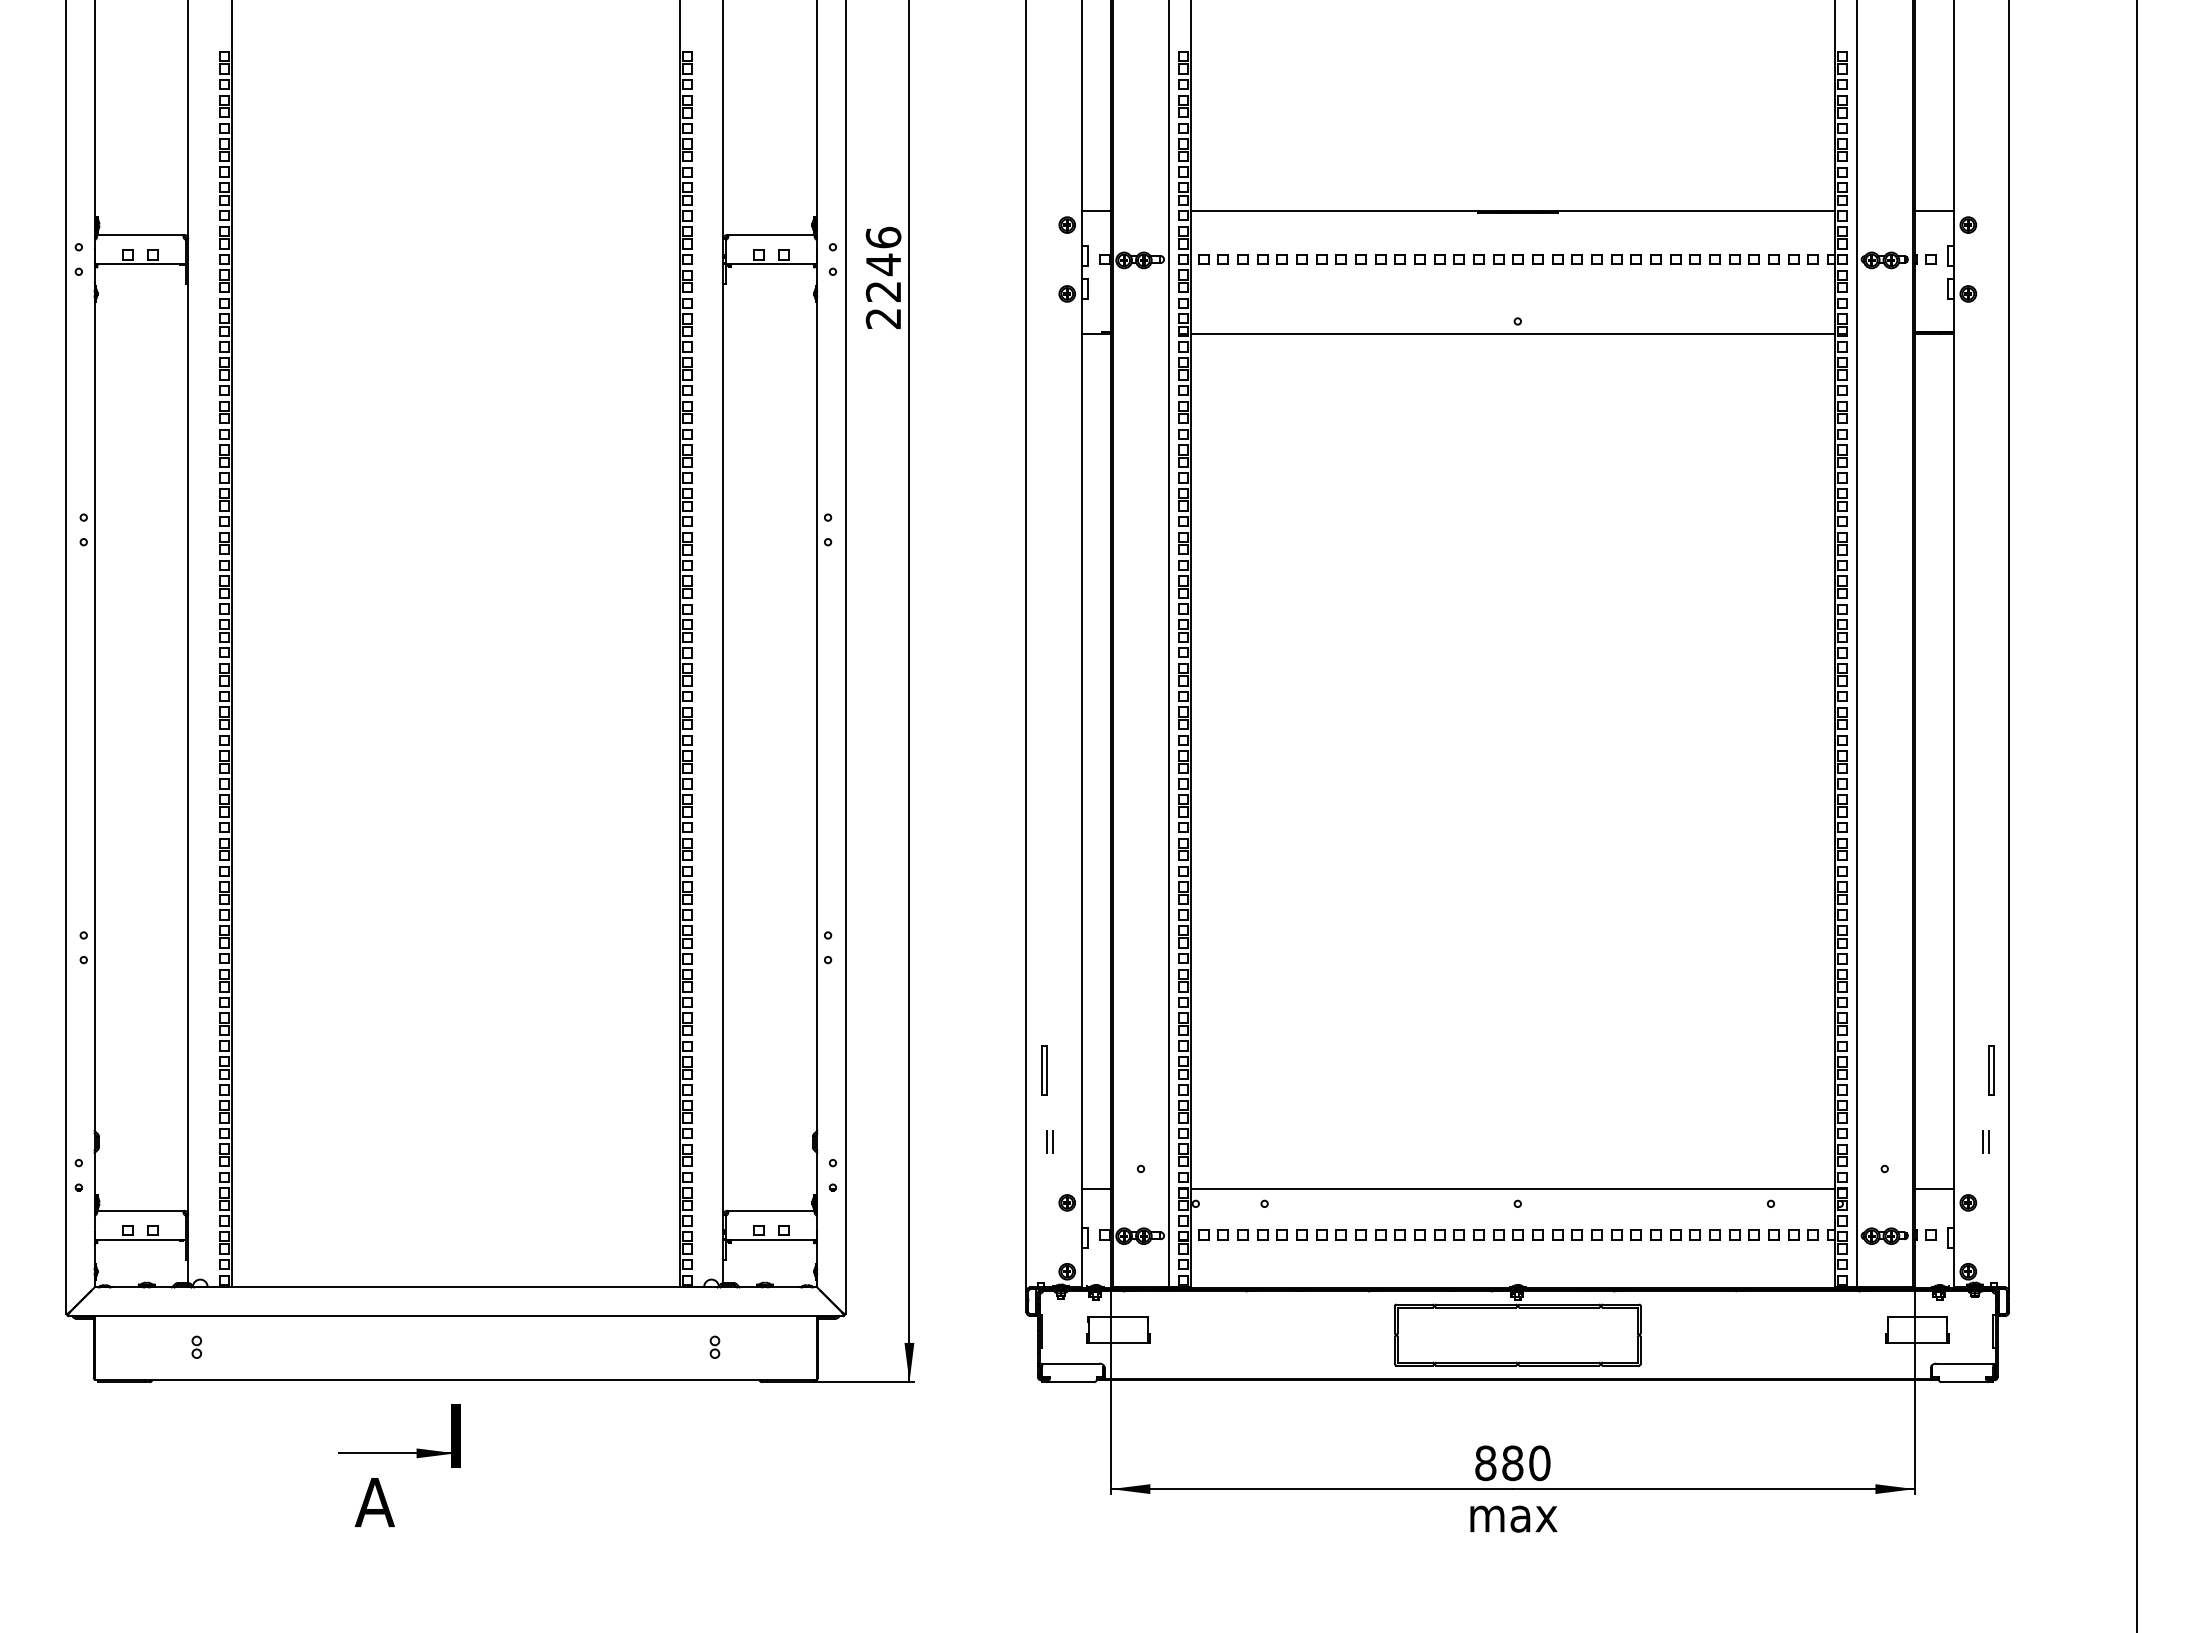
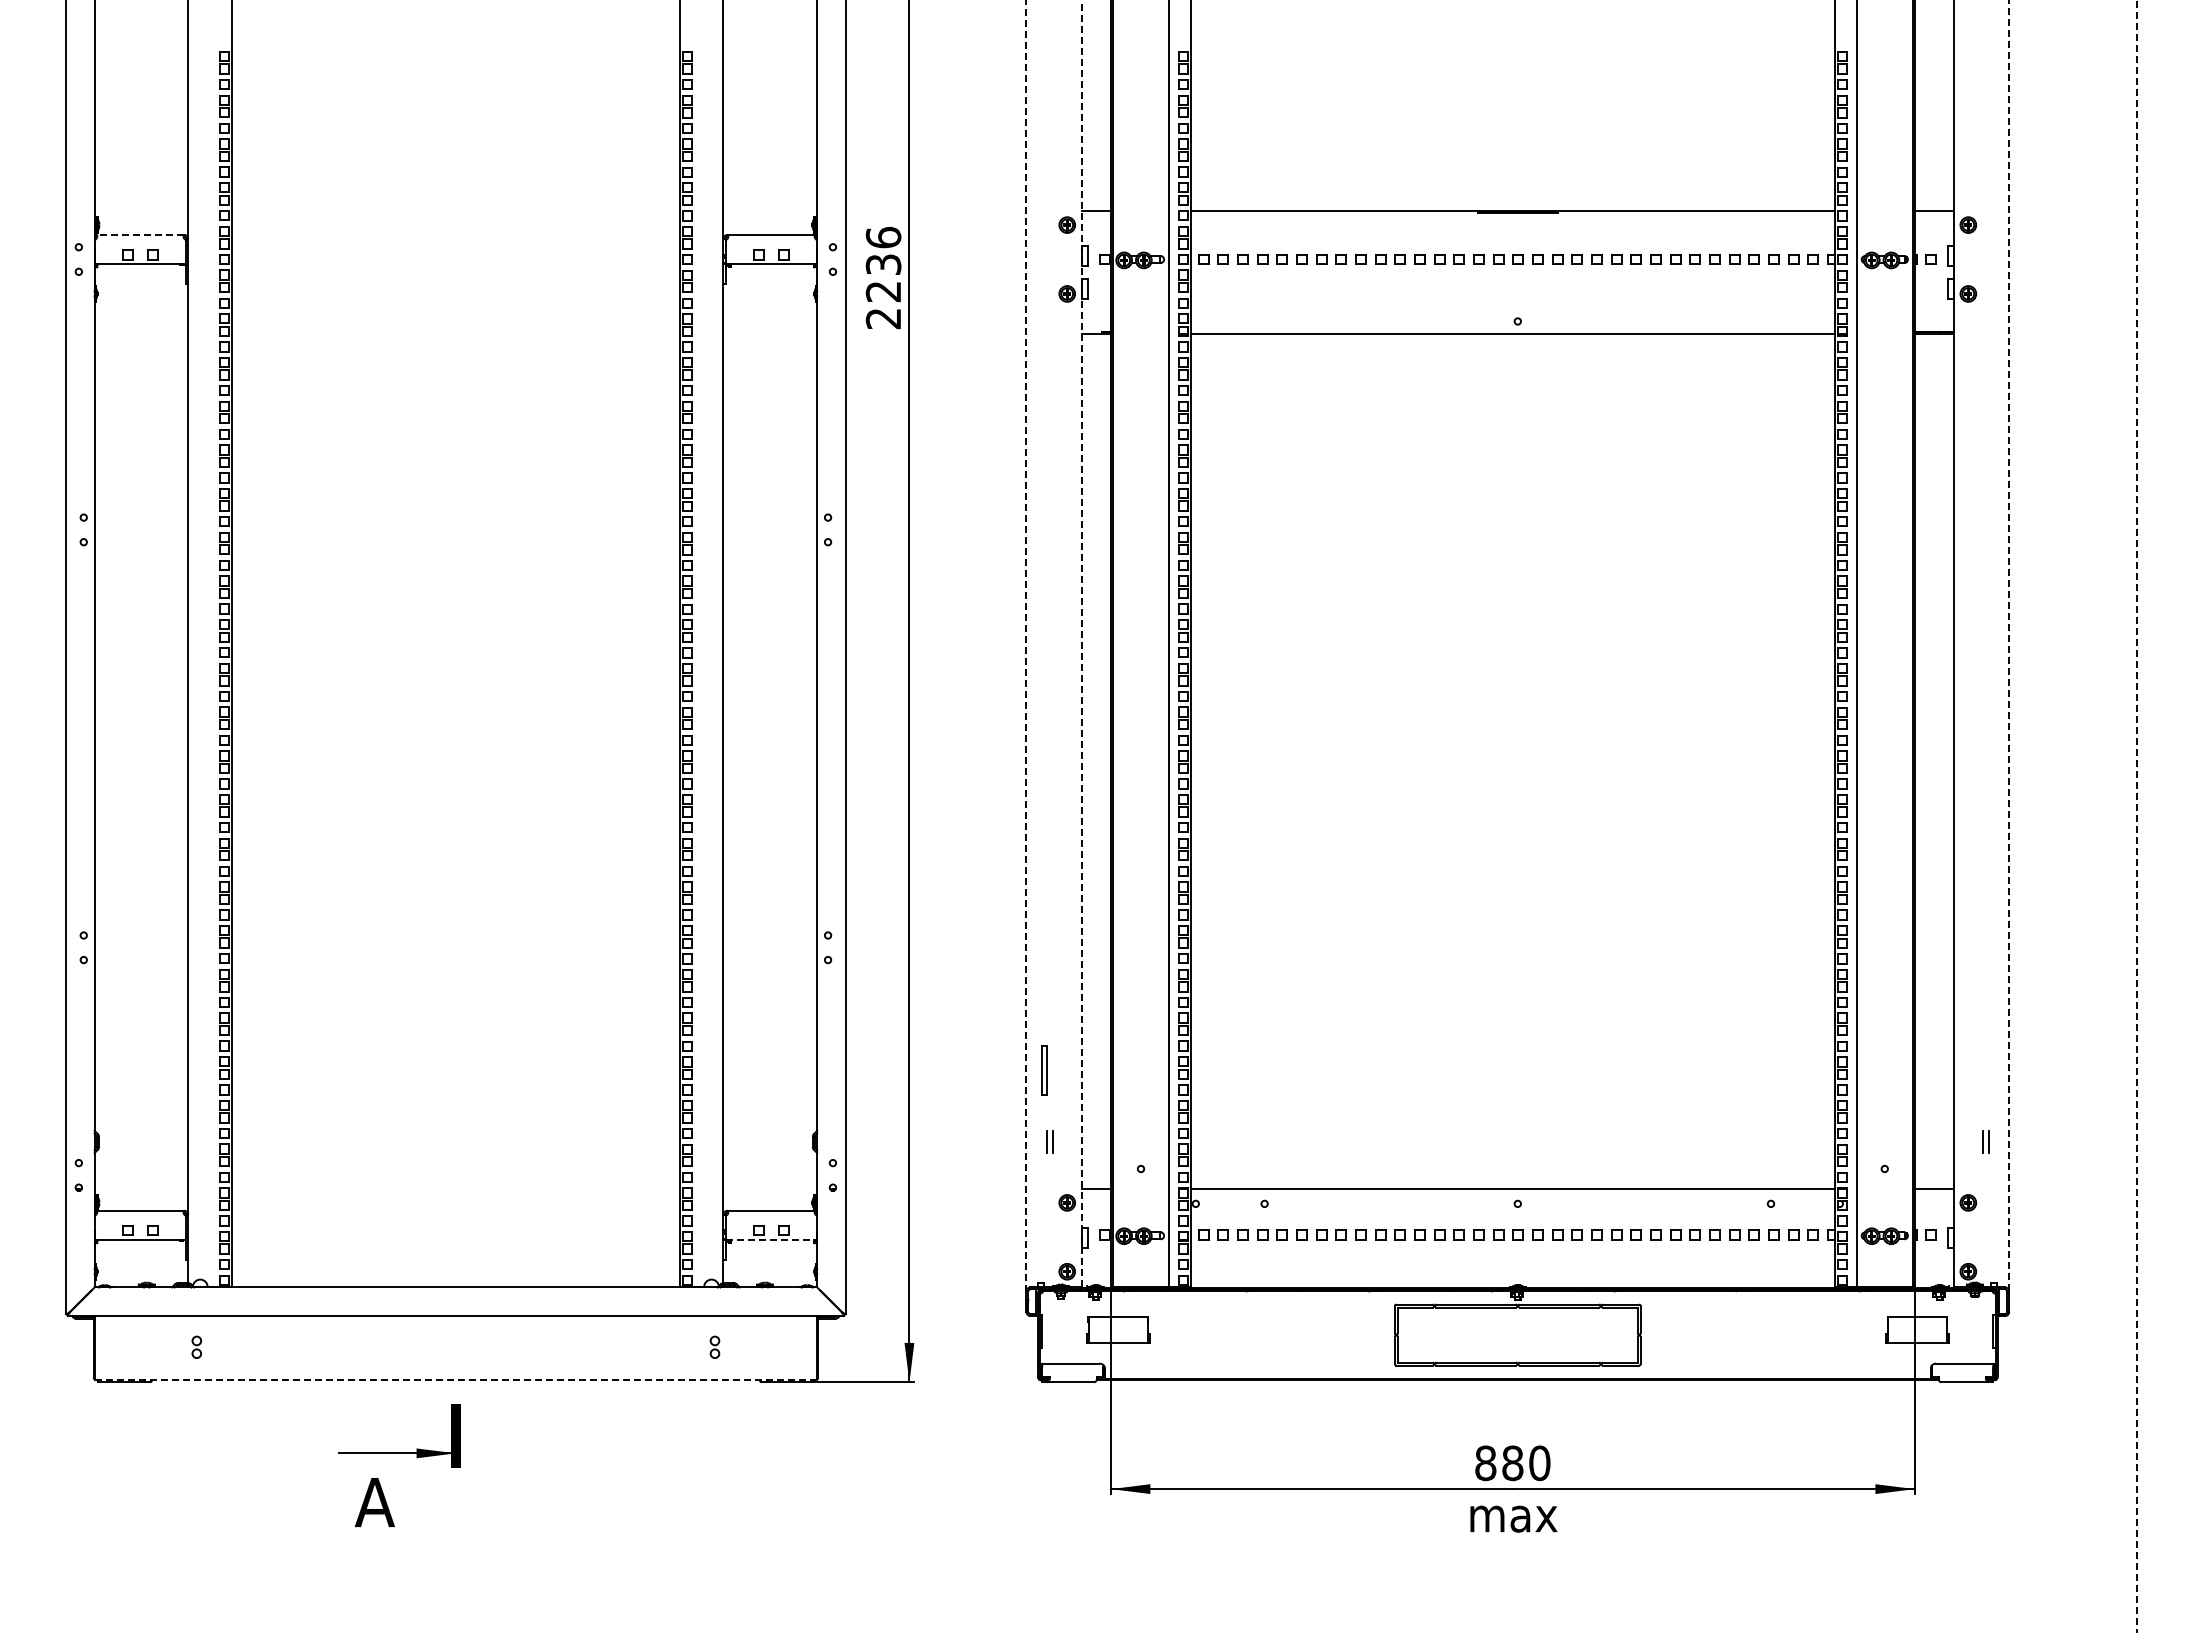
line at (140, 234): solid -> dashed
text at (883, 264): 2246 -> 2236
line at (1081, 643): solid -> dashed
line at (2009, 645): solid -> dashed
line at (1026, 646): solid -> dashed
line at (2136, 815): solid -> dashed
part at (1991, 1070): present -> none
line at (771, 1240): solid -> dashed
line at (455, 1380): solid -> dashed
